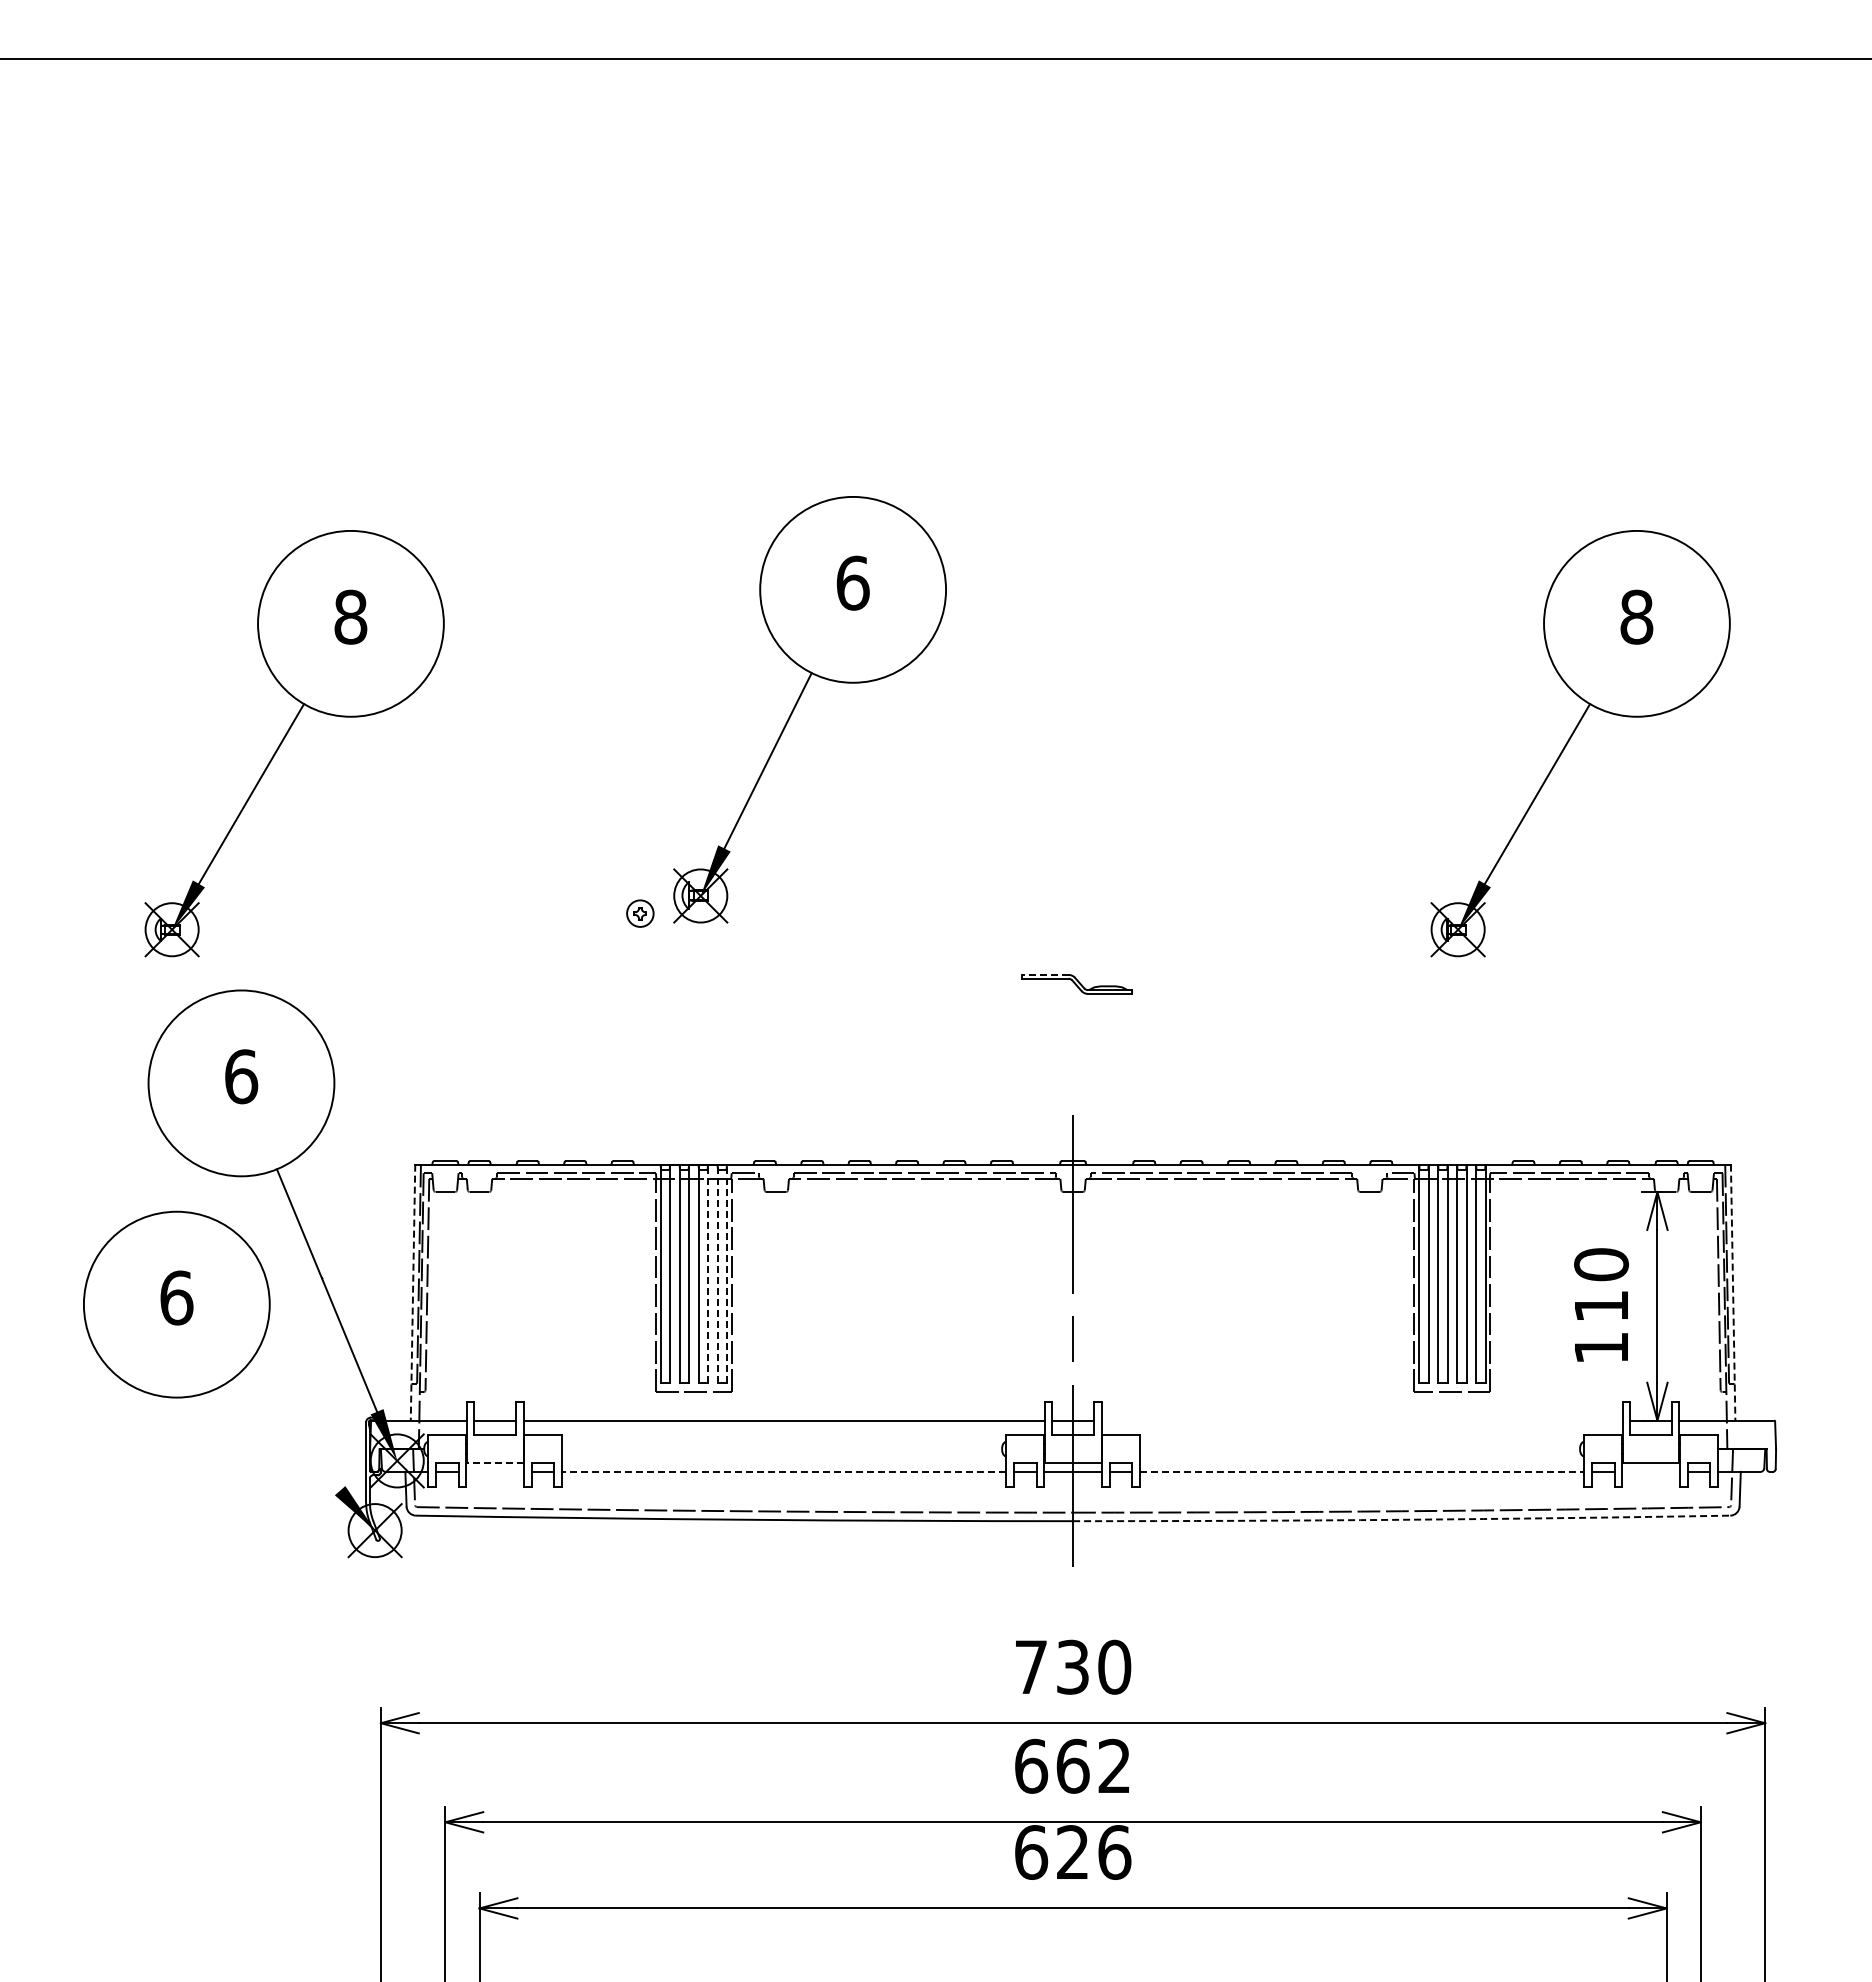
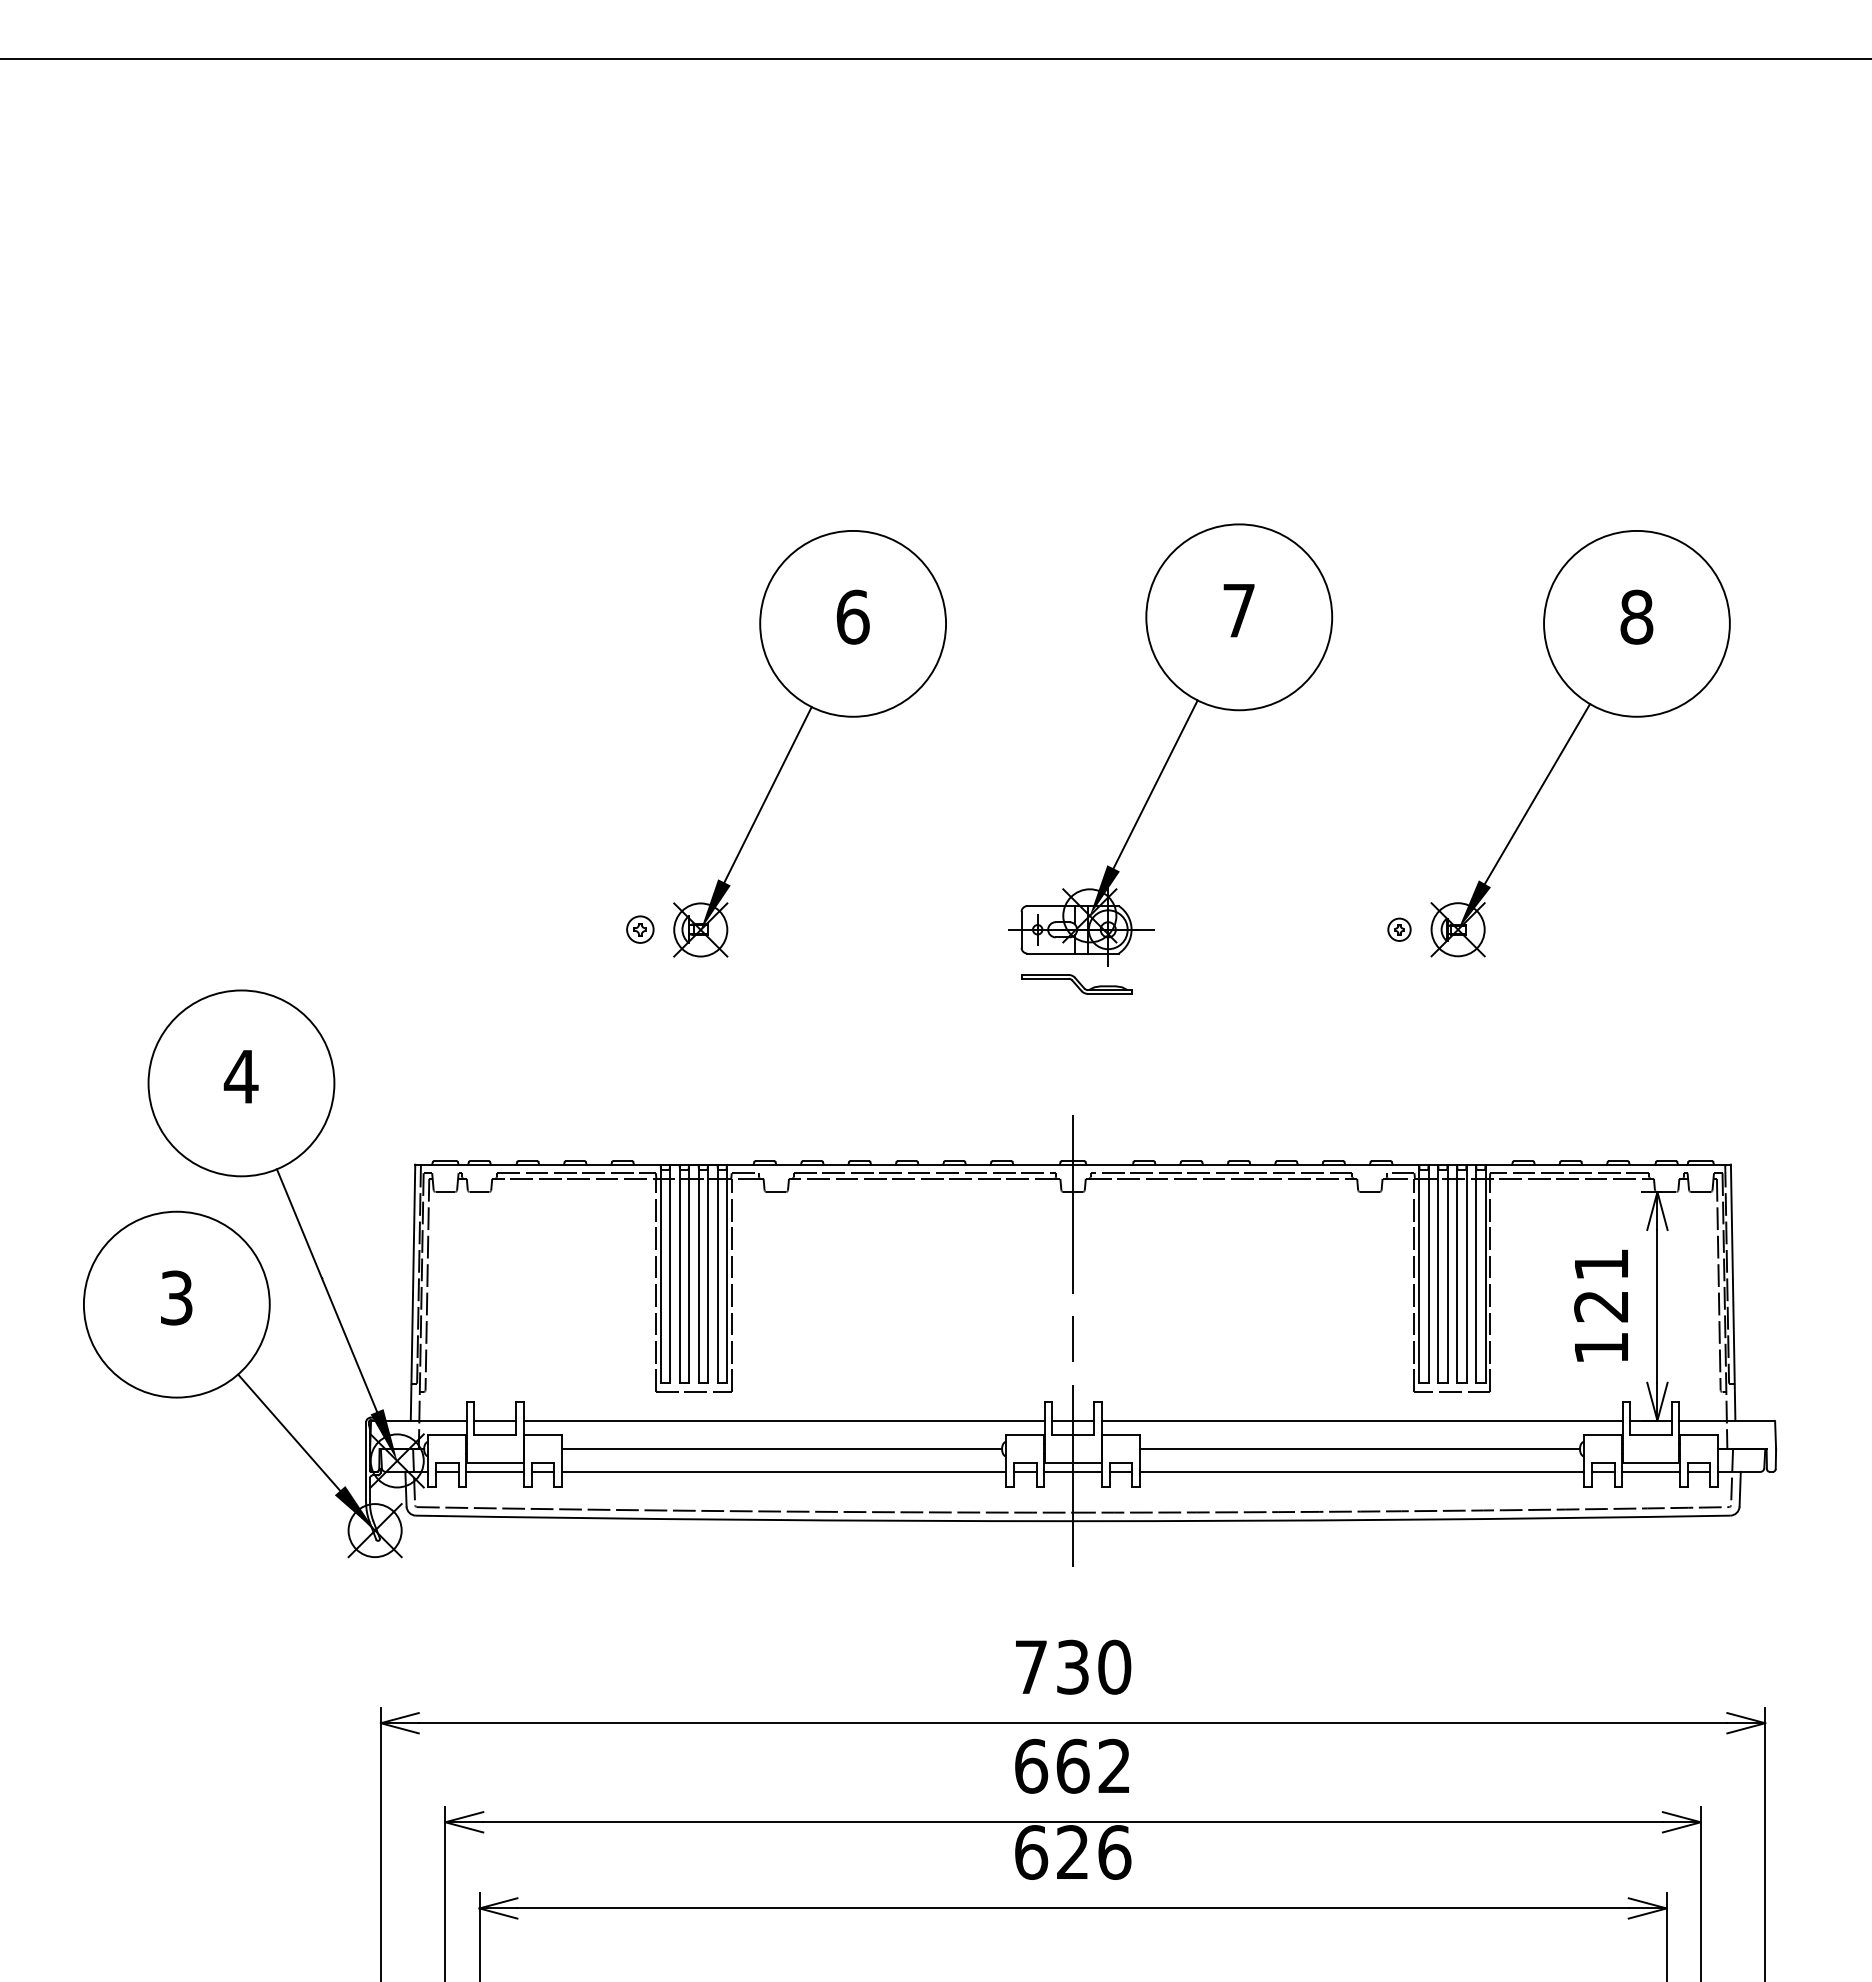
part at (797, 704) position: (797, 704) -> (797, 738)
part at (286, 736): present -> none
part at (1170, 744): none -> present
part at (640, 913) position: (640, 913) -> (640, 929)
part at (1399, 929): none -> present
line at (1045, 974): dashed -> solid
text at (240, 1076): 6 -> 4
line at (708, 1273): dashed -> solid
line at (717, 1273): dashed -> solid
line at (727, 1273): dashed -> solid
text at (1601, 1285): 110 -> 121
line at (413, 1293): dashed -> solid
line at (1733, 1293): dashed -> solid
text at (176, 1297): 6 -> 3
line at (1361, 1420): none -> present
line at (289, 1432): none -> present
line at (782, 1449): none -> present
line at (1359, 1449): none -> present
line at (494, 1463): dashed -> solid
line at (495, 1471): none -> present
line at (783, 1471): dashed -> solid
line at (1362, 1471): dashed -> solid
line at (1650, 1471): none -> present
arc at (1401, 1519): dashed -> solid
